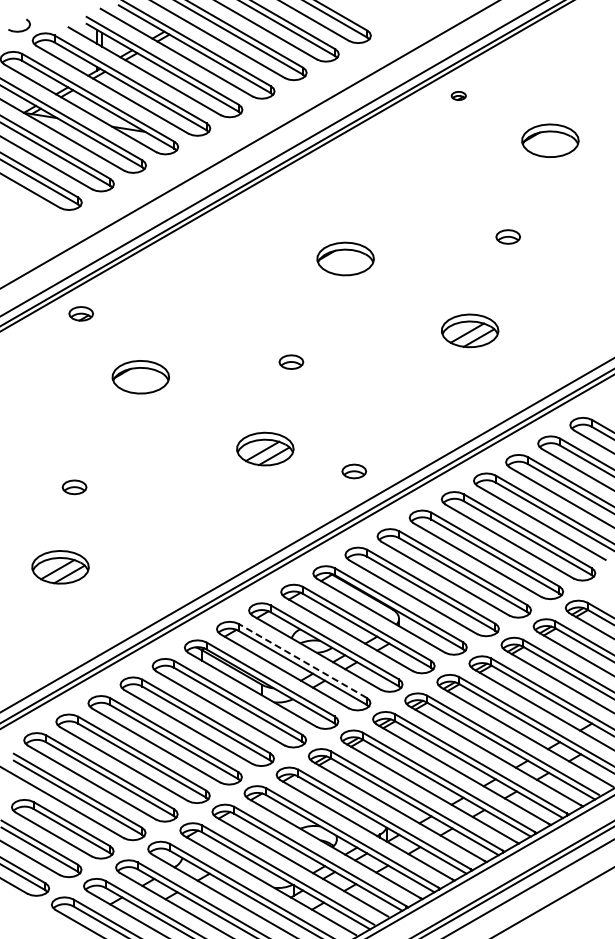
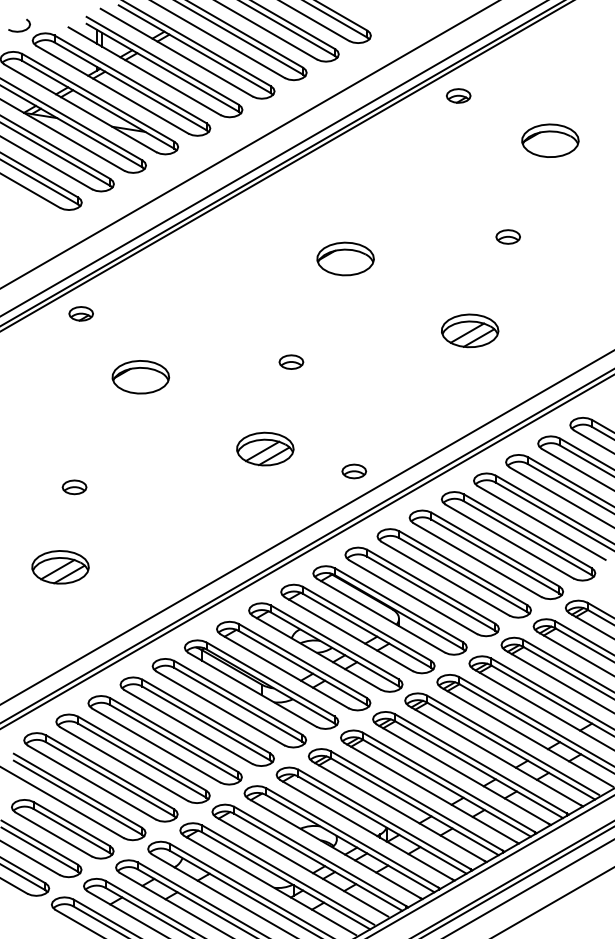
part at (458, 96) size: 17x11 px -> 26x16 px
line at (306, 535) position: (306, 535) -> (306, 527)
line at (302, 660): dashed -> solid
